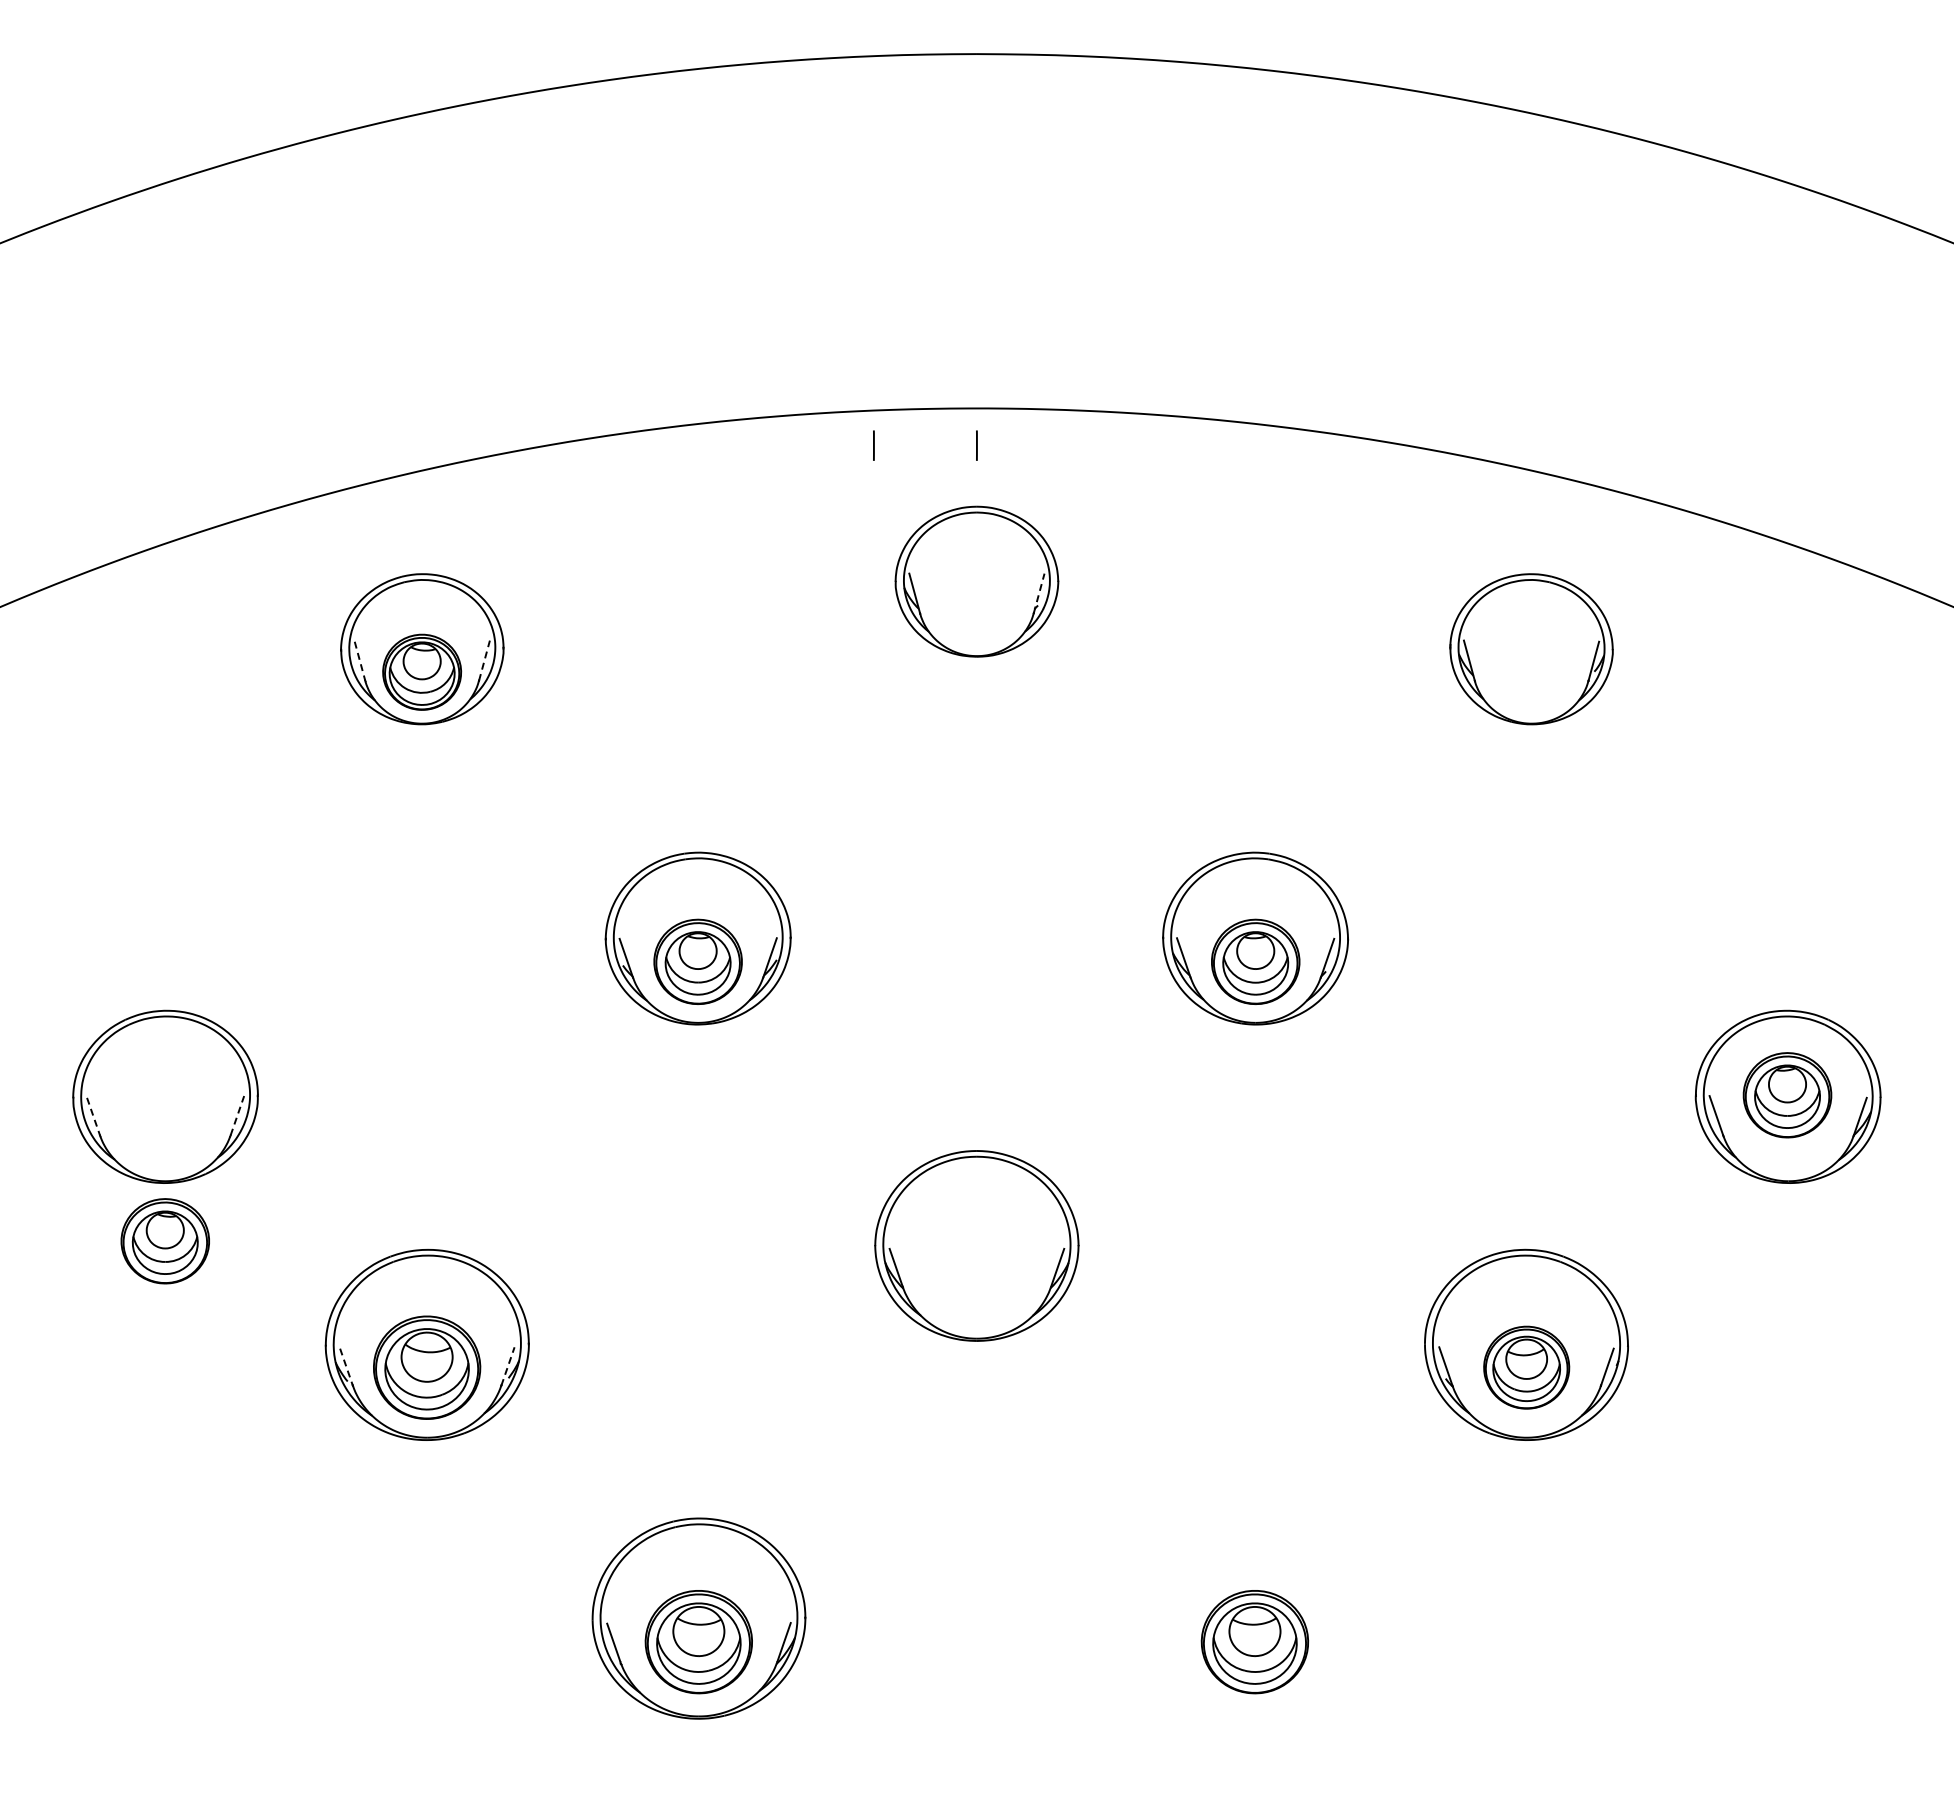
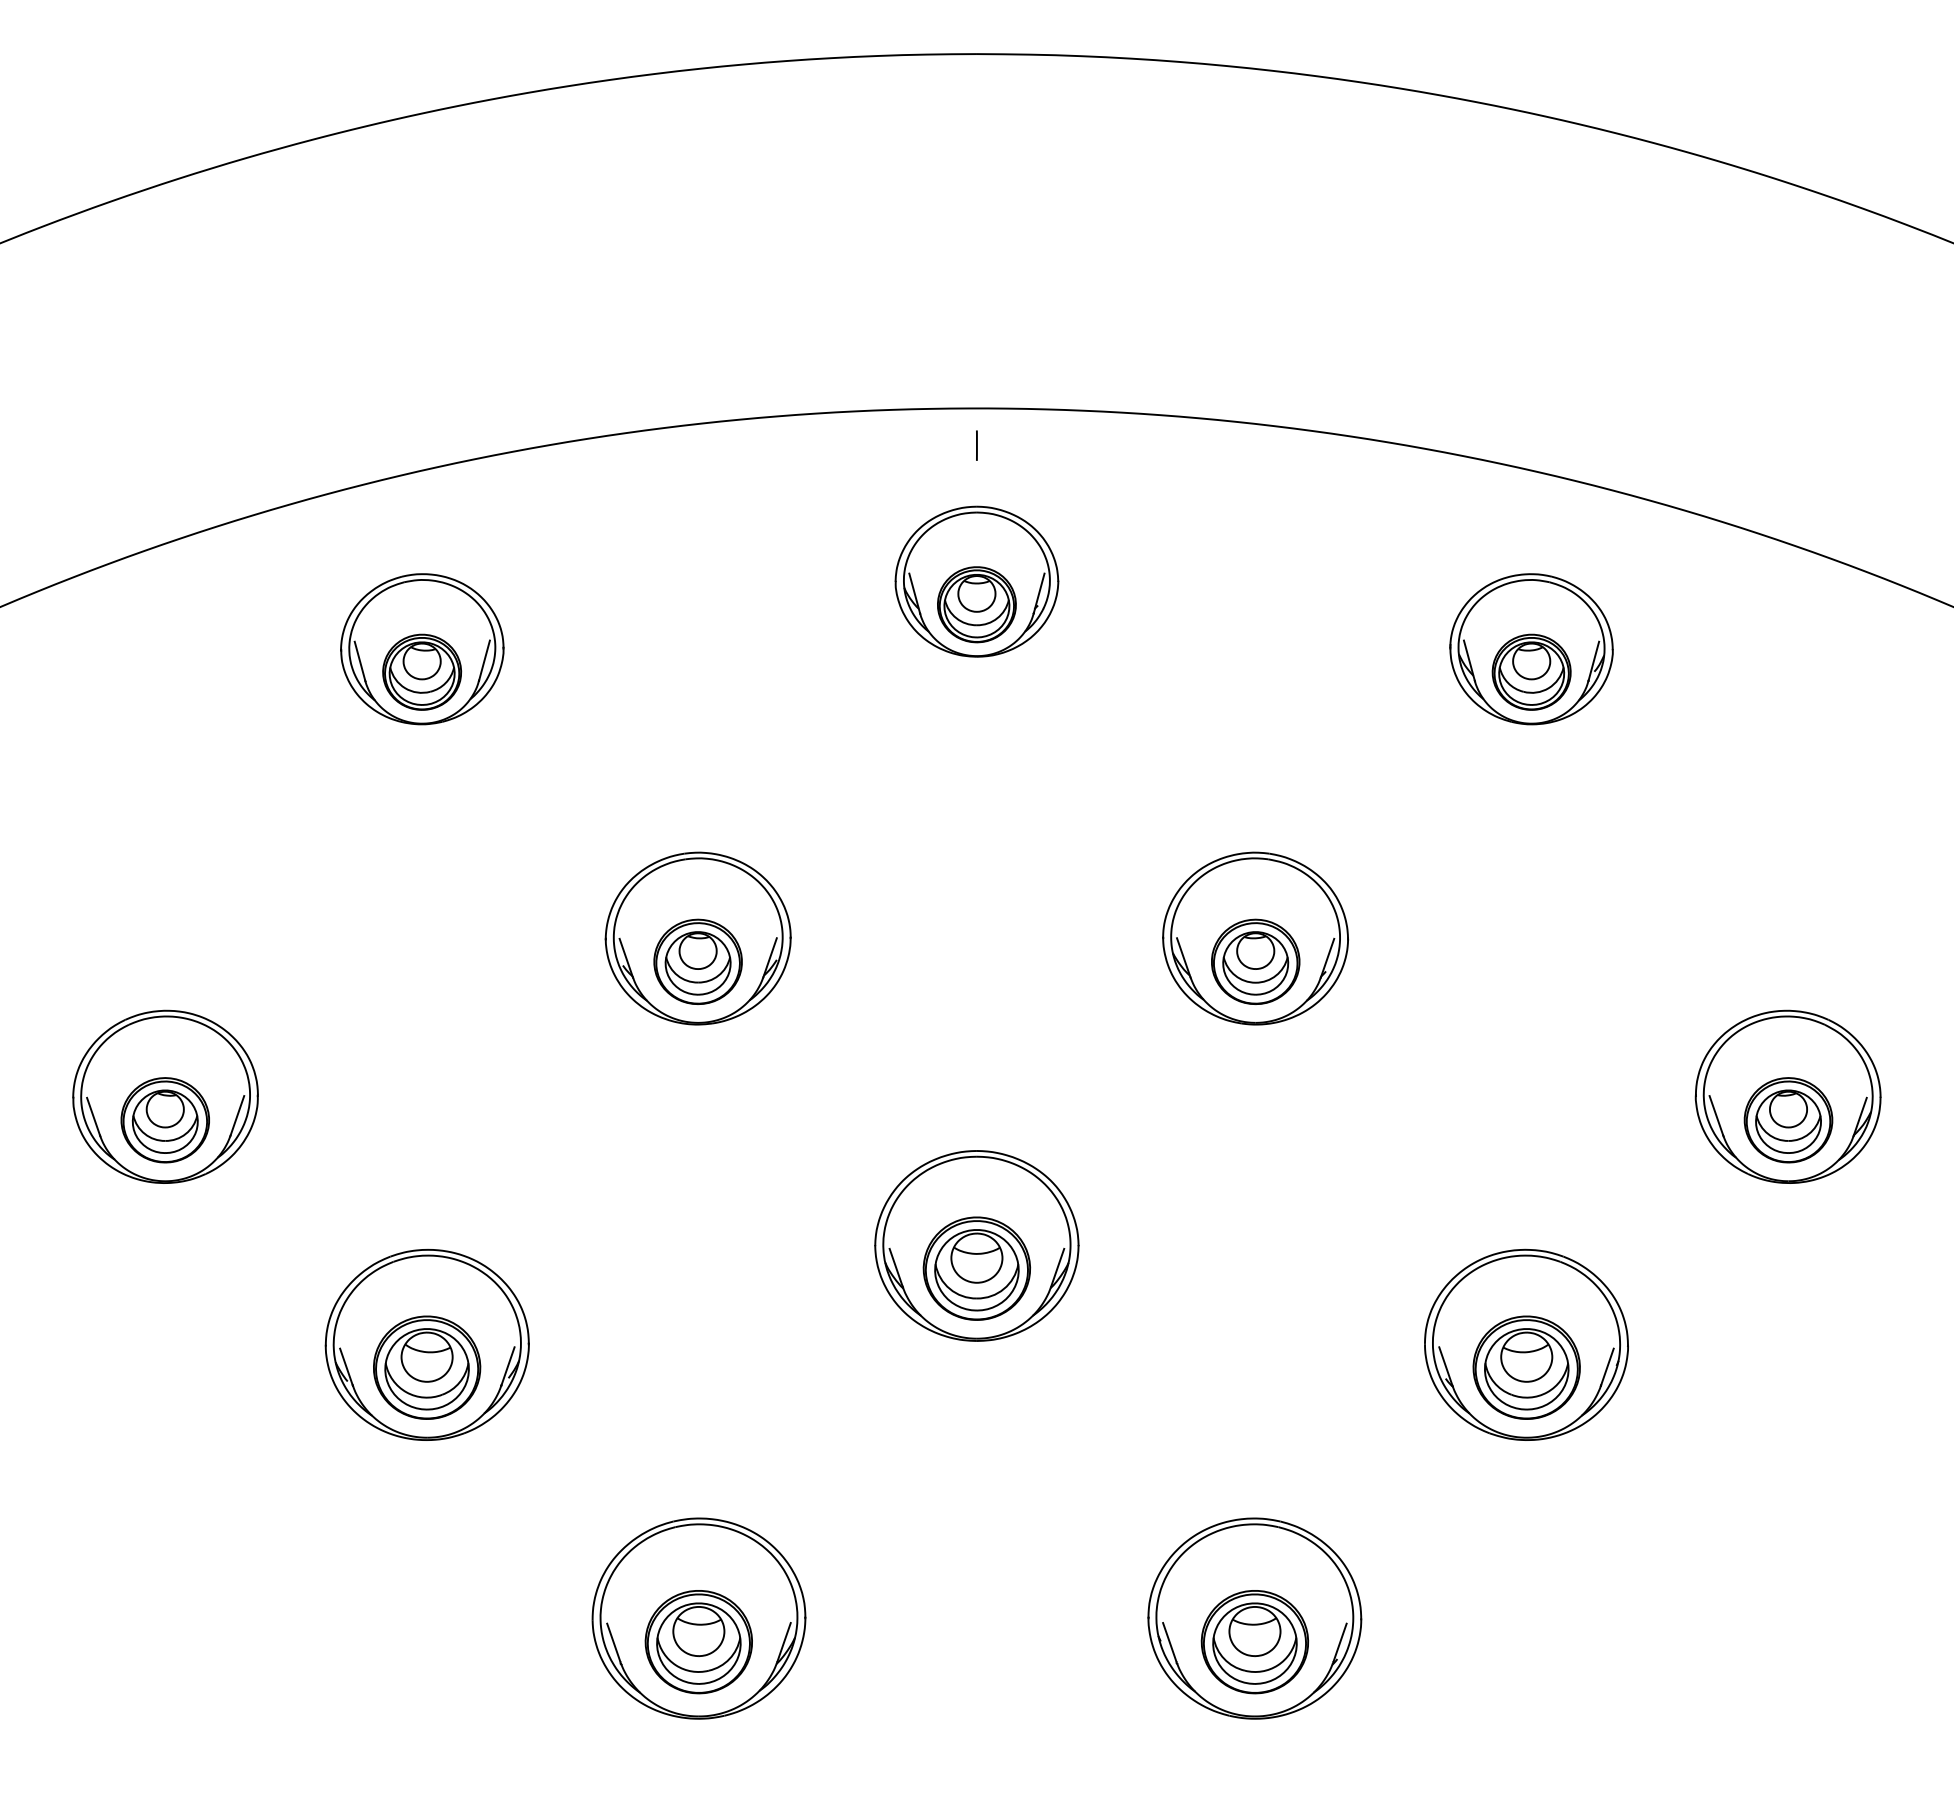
line at (873, 445): present -> none
line at (1039, 593): dashed -> solid
part at (976, 604): none -> present
line at (484, 660): dashed -> solid
line at (360, 661): dashed -> solid
part at (1531, 671): none -> present
part at (1787, 1095) position: (1787, 1095) -> (1788, 1120)
line at (237, 1115): dashed -> solid
line at (93, 1116): dashed -> solid
part at (164, 1241) position: (164, 1241) -> (164, 1120)
part at (976, 1268): none -> present
line at (508, 1366): dashed -> solid
line at (346, 1367): dashed -> solid
part at (1526, 1367) size: 88x85 px -> 109x105 px
part at (1254, 1618): none -> present
